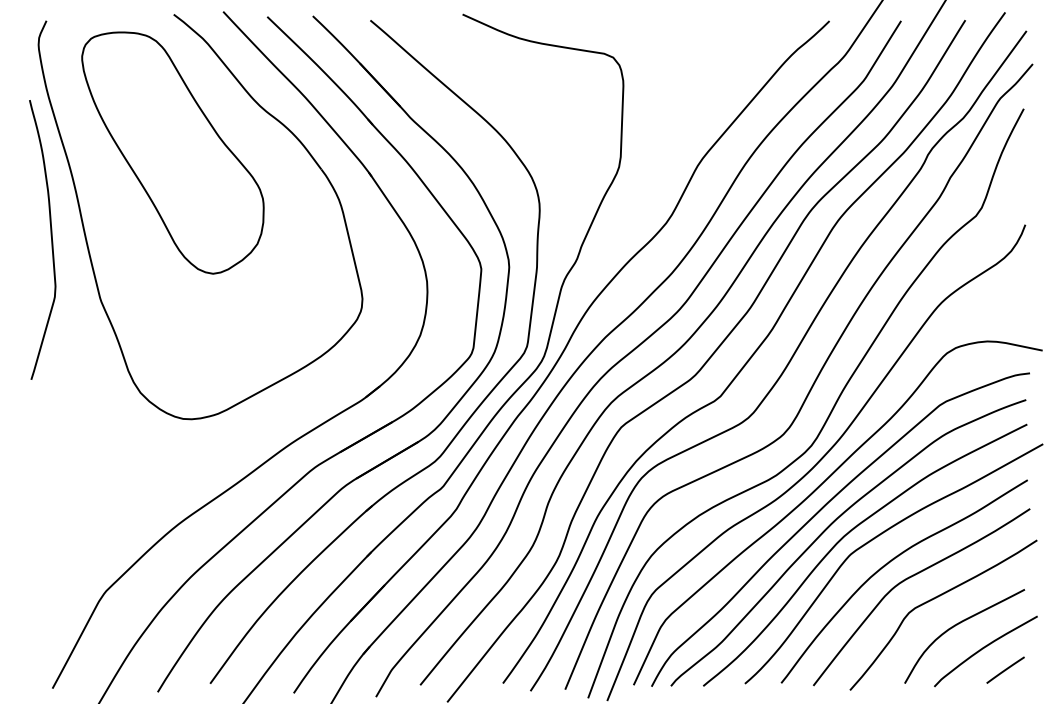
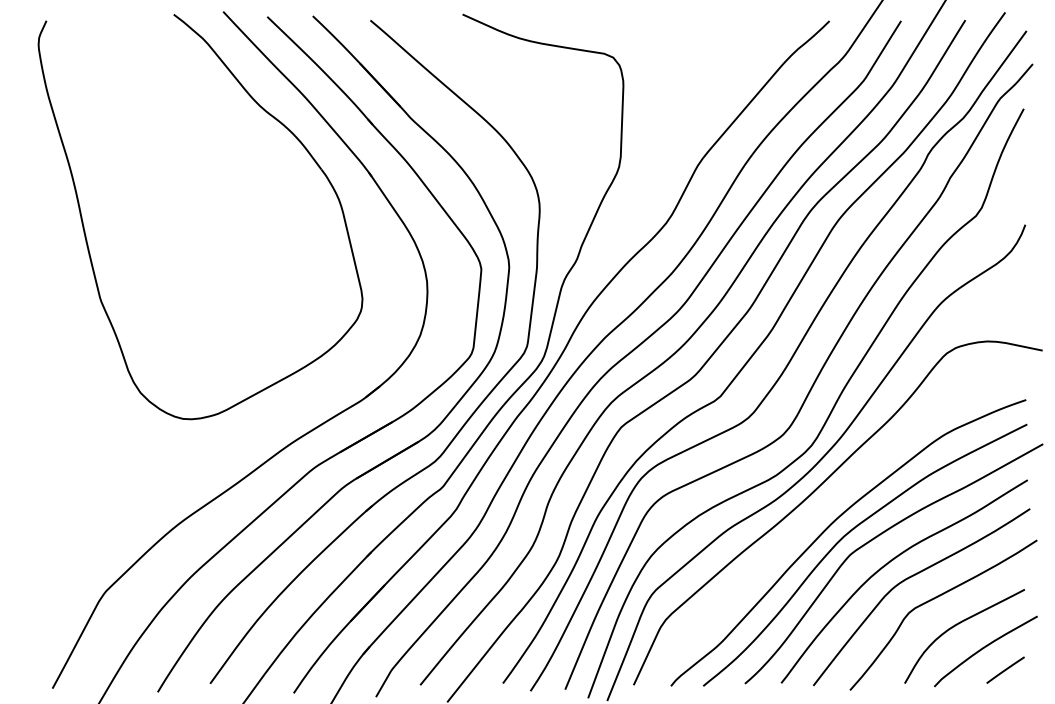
part at (172, 152): present -> none
curve at (50, 236): present -> none
curve at (821, 510): present -> none
